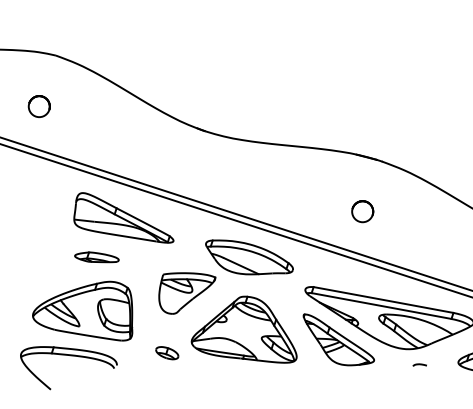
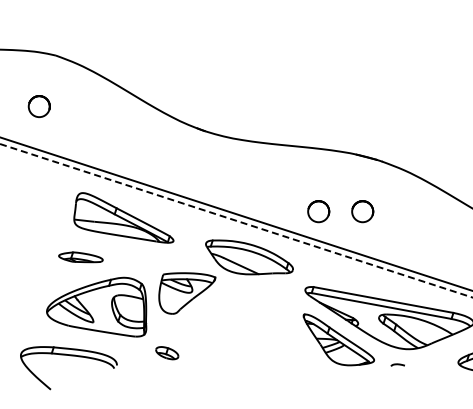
circle at (318, 211): none -> present
line at (236, 220): solid -> dashed
part at (96, 257) position: (96, 257) -> (80, 257)
part at (82, 310) position: (82, 310) -> (96, 306)
part at (243, 329): present -> none
curve at (419, 364) position: (419, 364) -> (397, 364)
